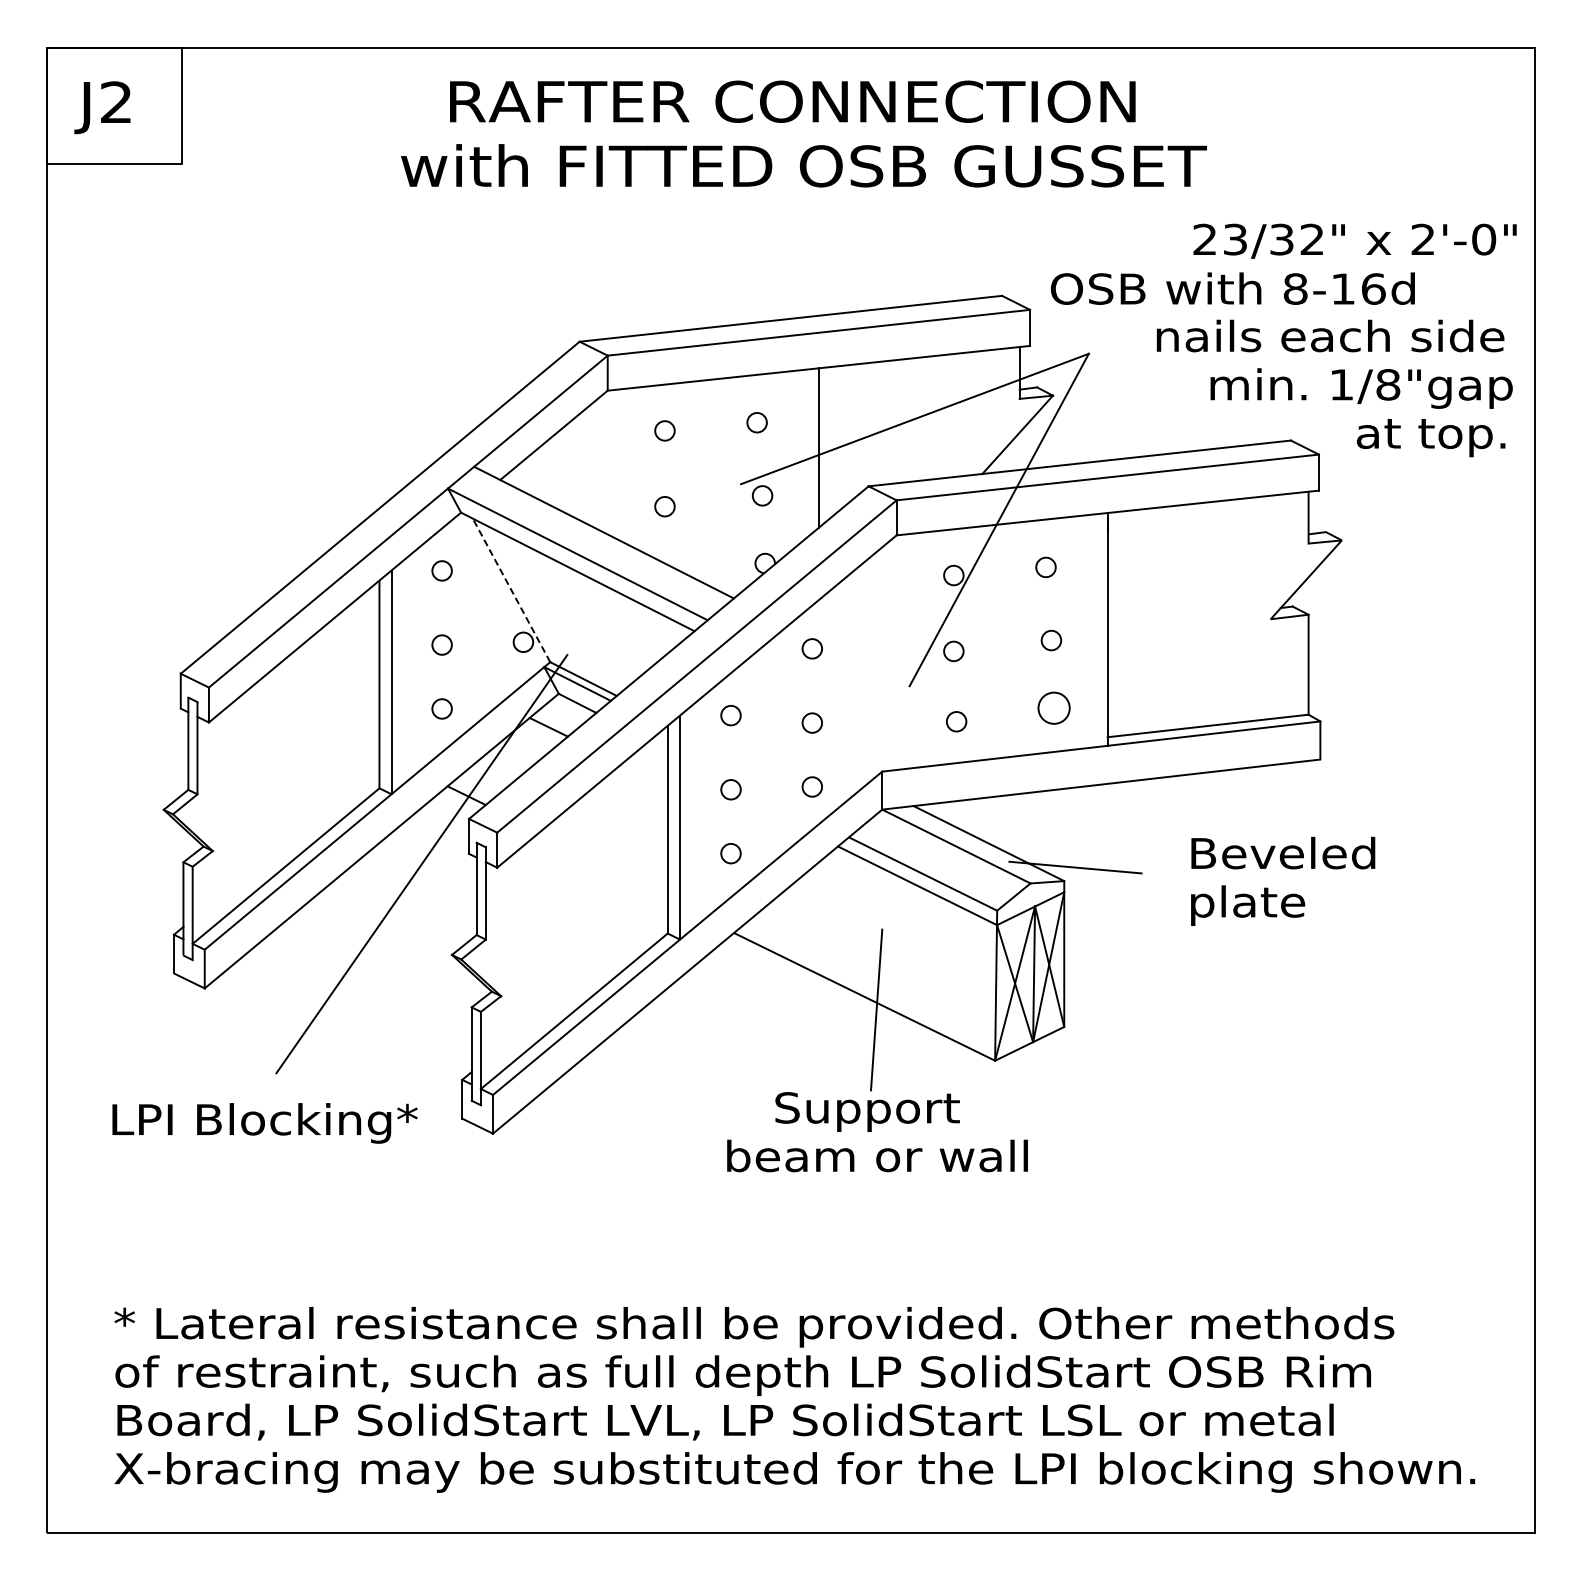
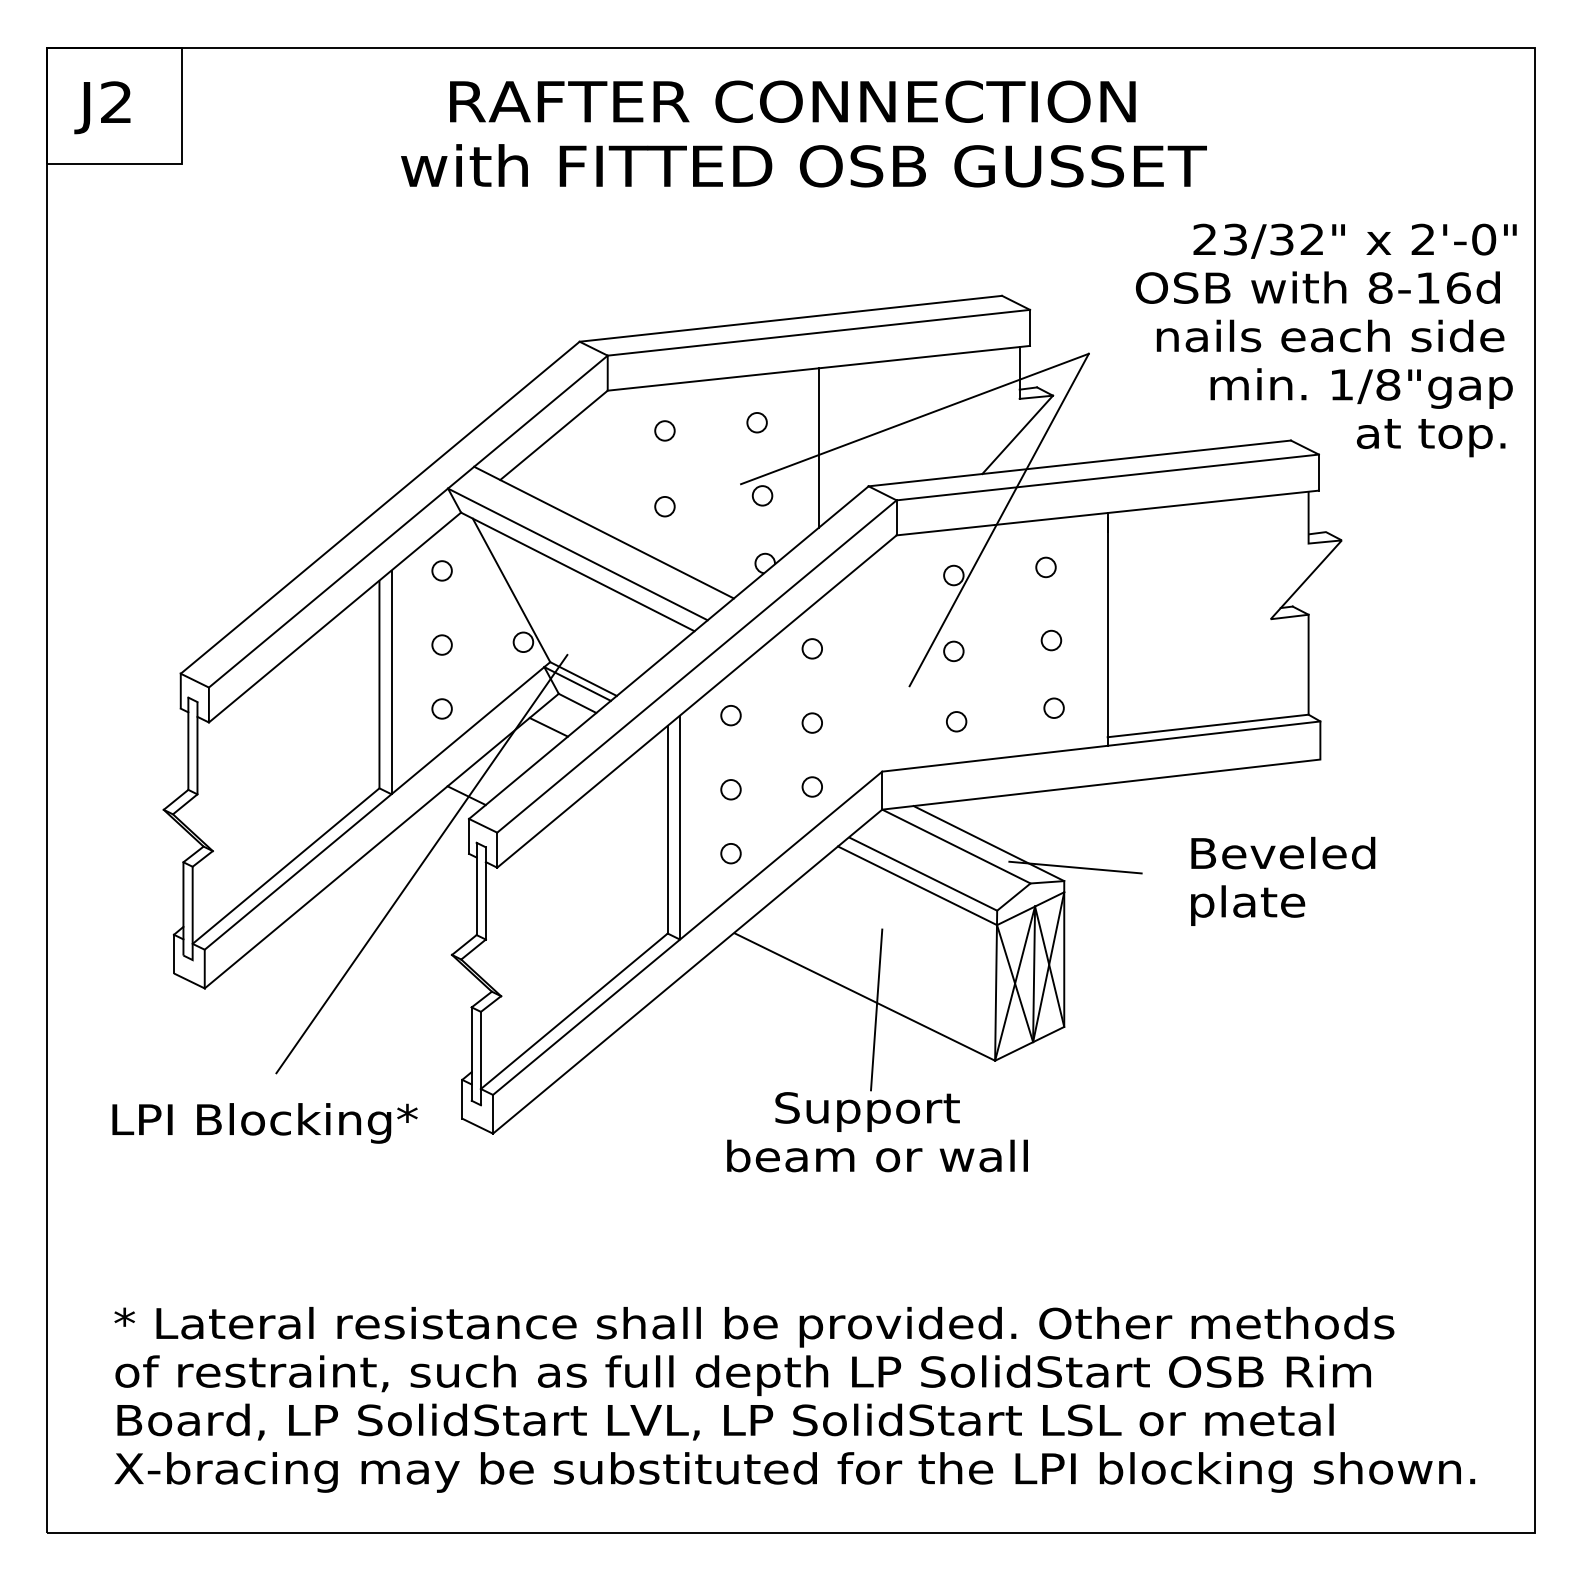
text at (1232, 288) position: (1232, 288) -> (1317, 287)
line at (511, 590): dashed -> solid
circle at (1053, 707) diameter: 31 px -> 20 px
